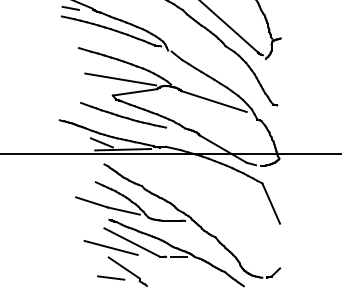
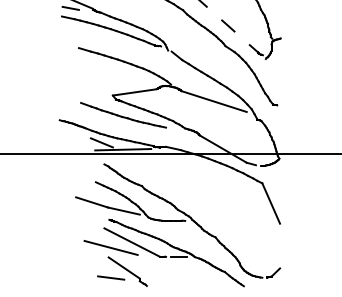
line at (229, 26): solid -> dashed
line at (120, 79): present -> none
